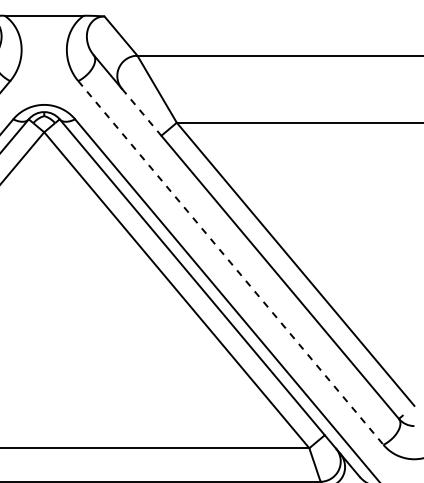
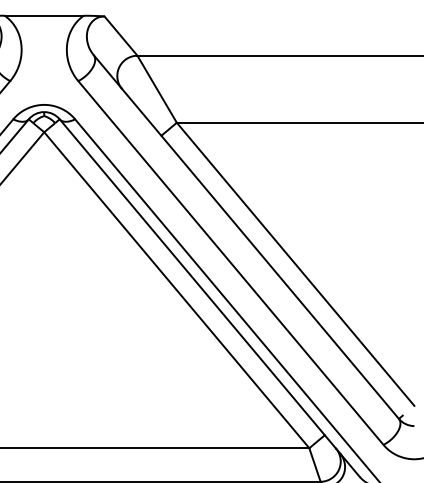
line at (141, 112): dashed -> solid
line at (231, 263): dashed -> solid
